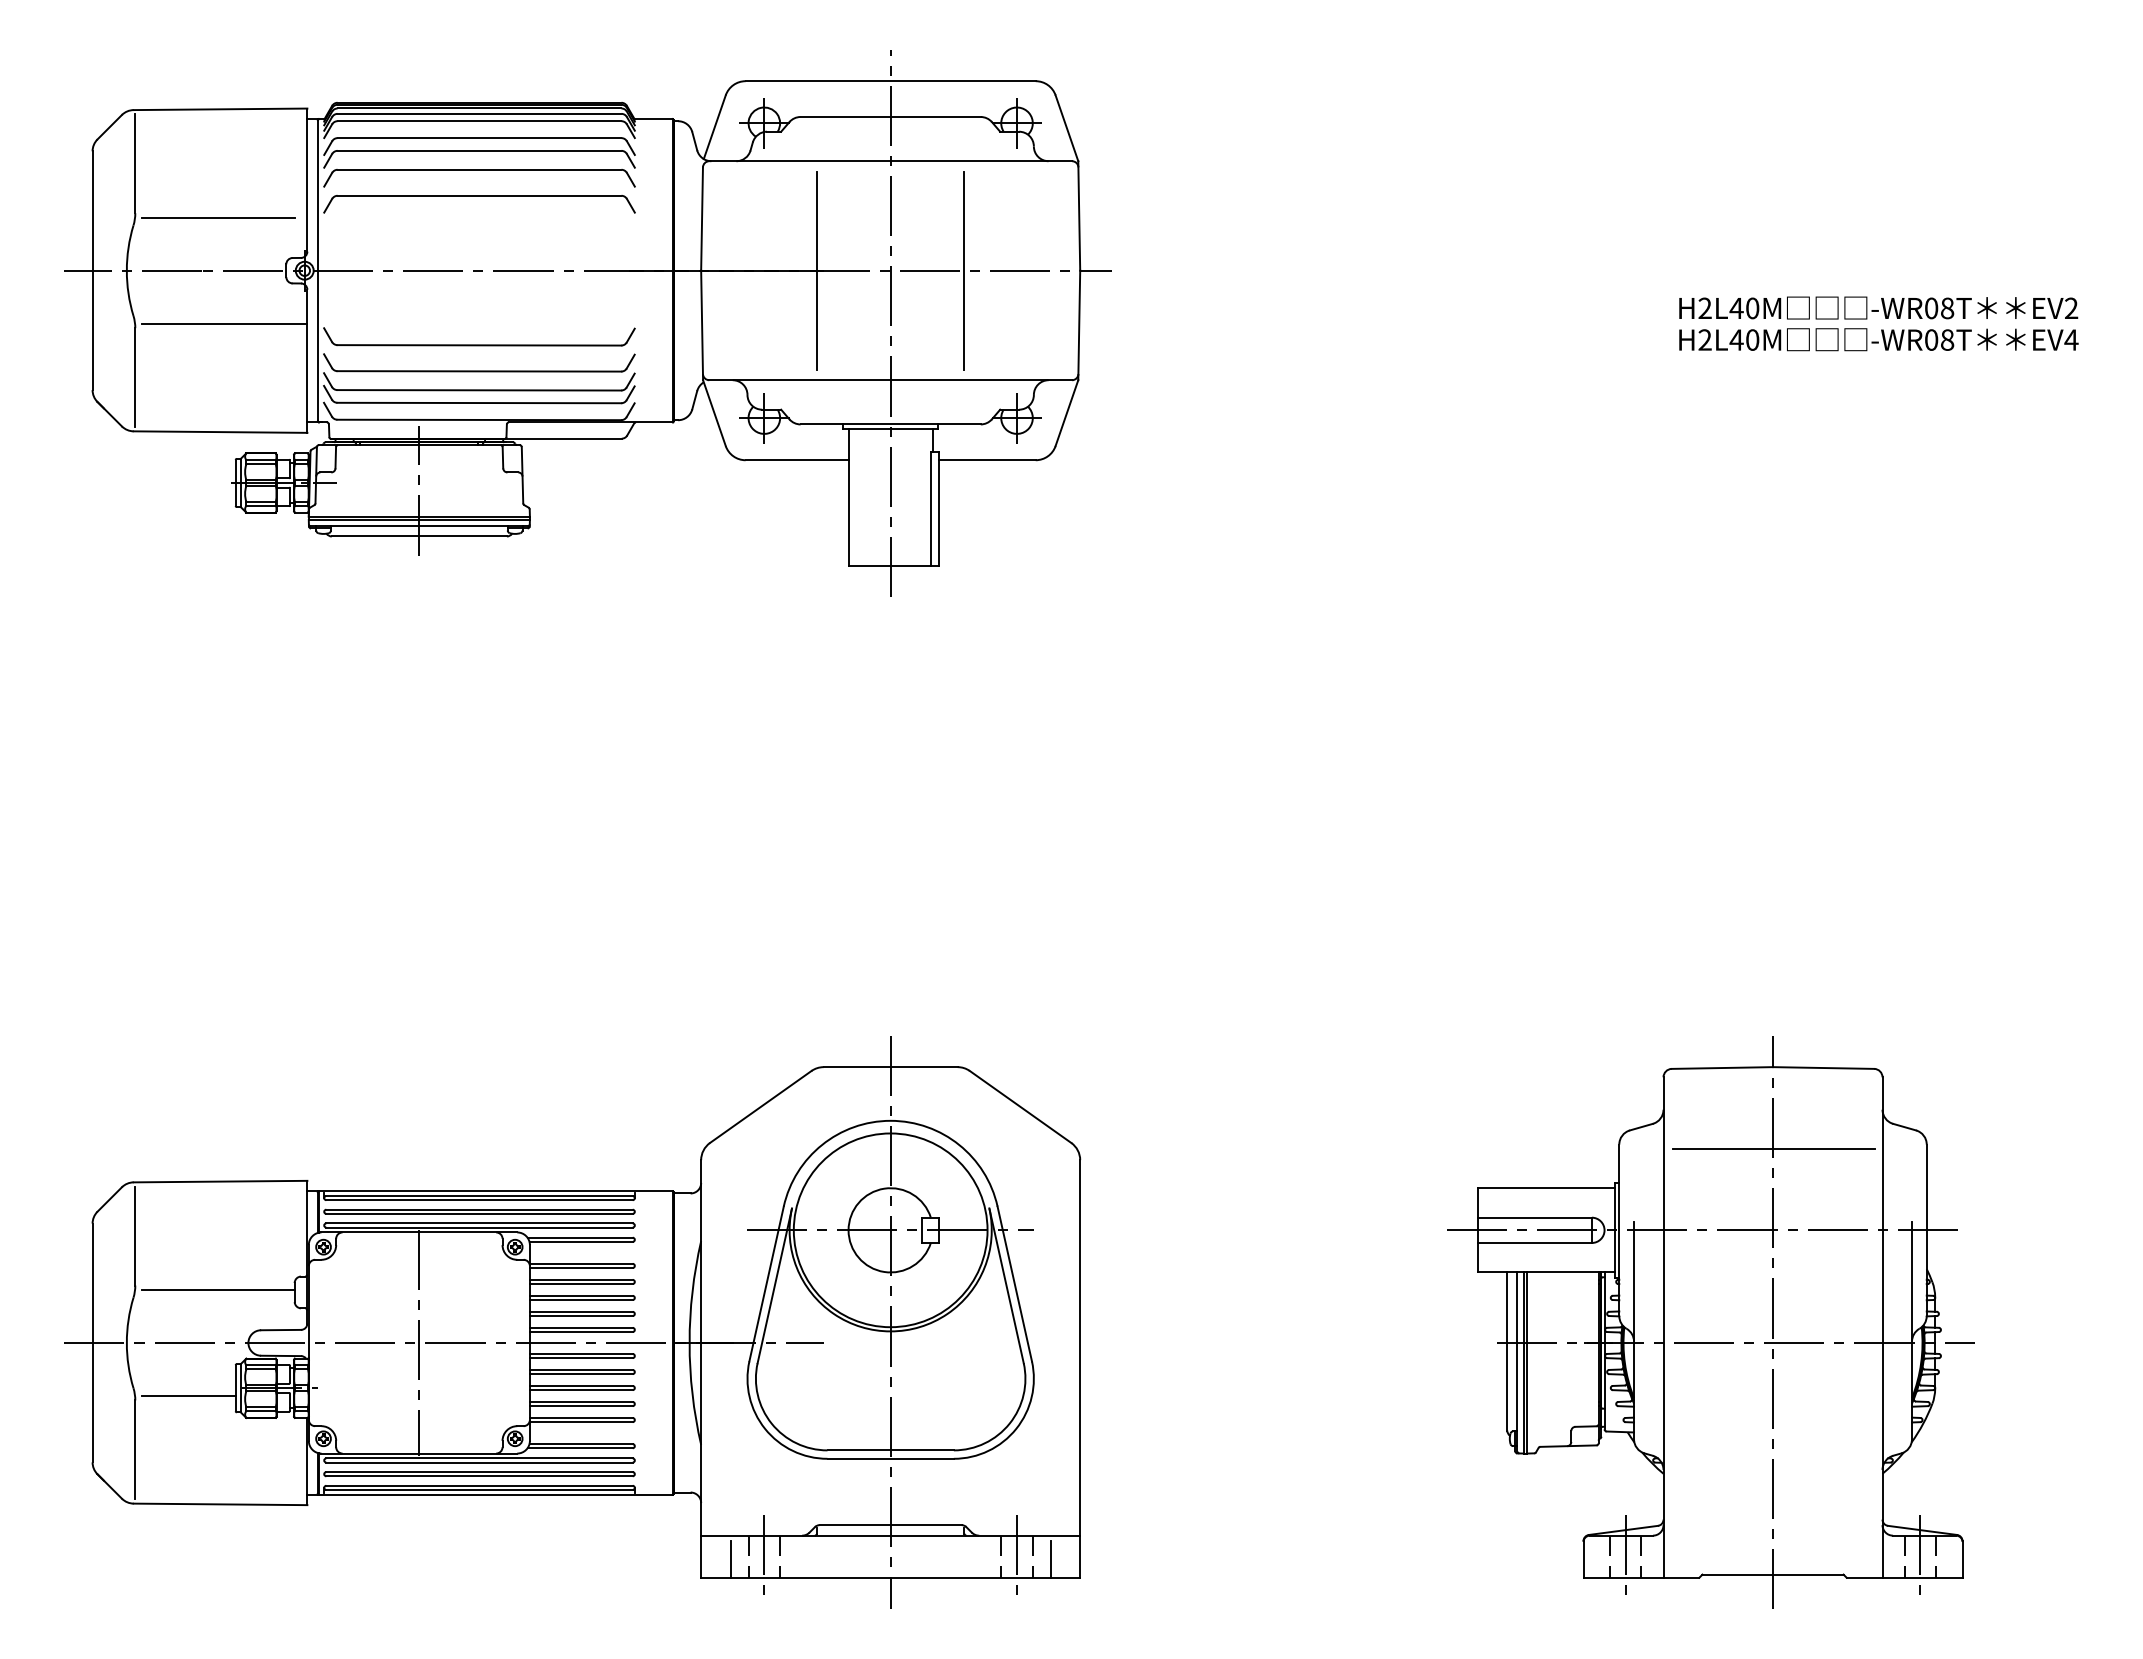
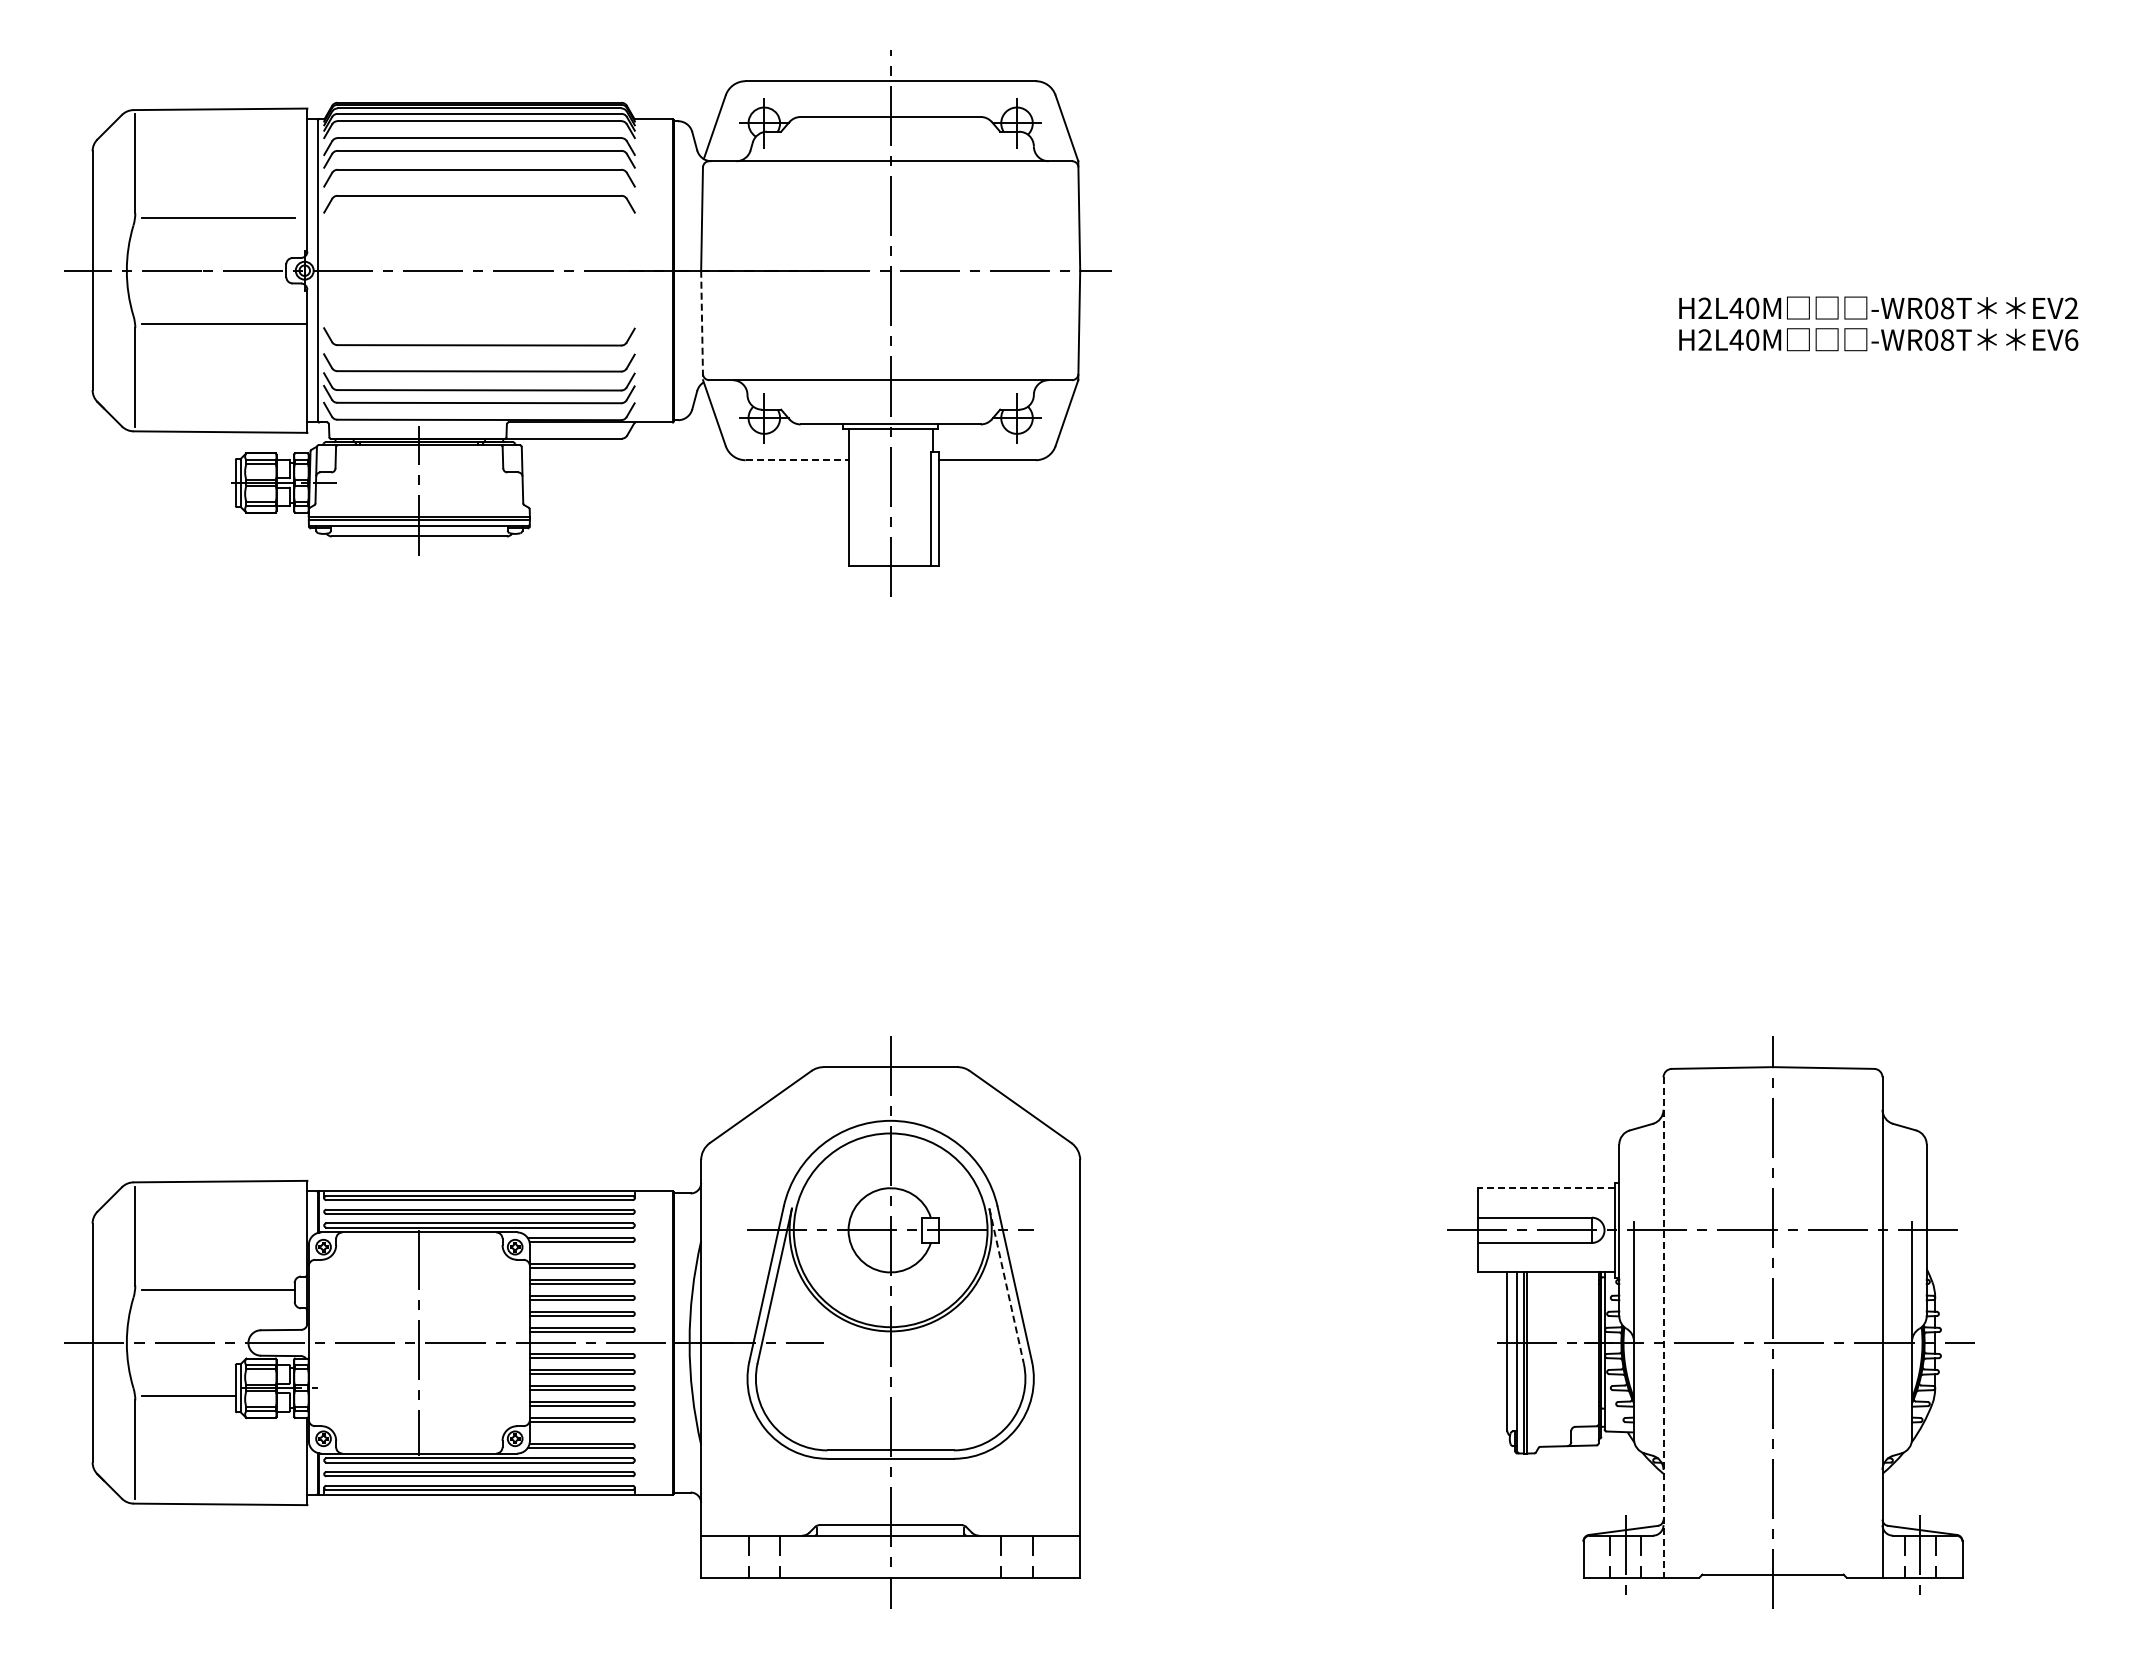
line at (816, 270): present -> none
line at (964, 270): present -> none
line at (702, 325): solid -> dashed
text at (2071, 339): EV4 -> EV6
line at (797, 460): solid -> dashed
line at (1773, 1149): present -> none
line at (1546, 1188): solid -> dashed
line at (1006, 1286): solid -> dashed
line at (1663, 1328): solid -> dashed
line at (764, 1556): present -> none
line at (1017, 1556): present -> none
line at (730, 1559): present -> none
line at (1050, 1559): present -> none
